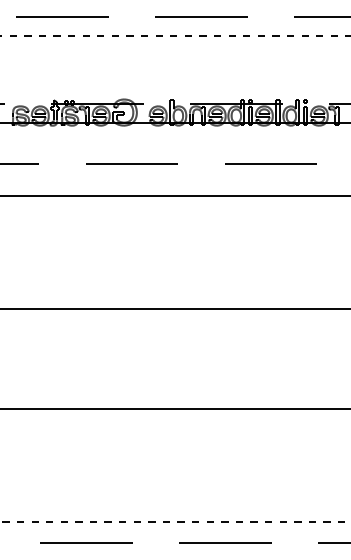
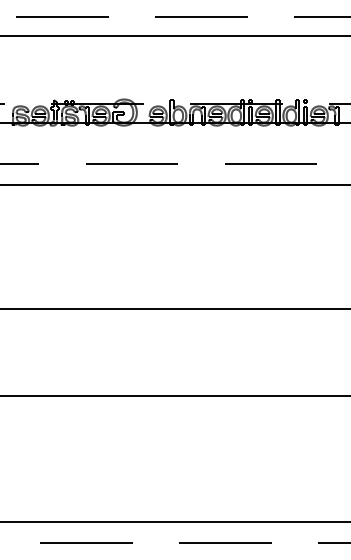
line at (175, 35): dashed -> solid
line at (174, 195) position: (174, 195) -> (174, 184)
line at (174, 409) position: (174, 409) -> (174, 396)
line at (175, 522): dashed -> solid
